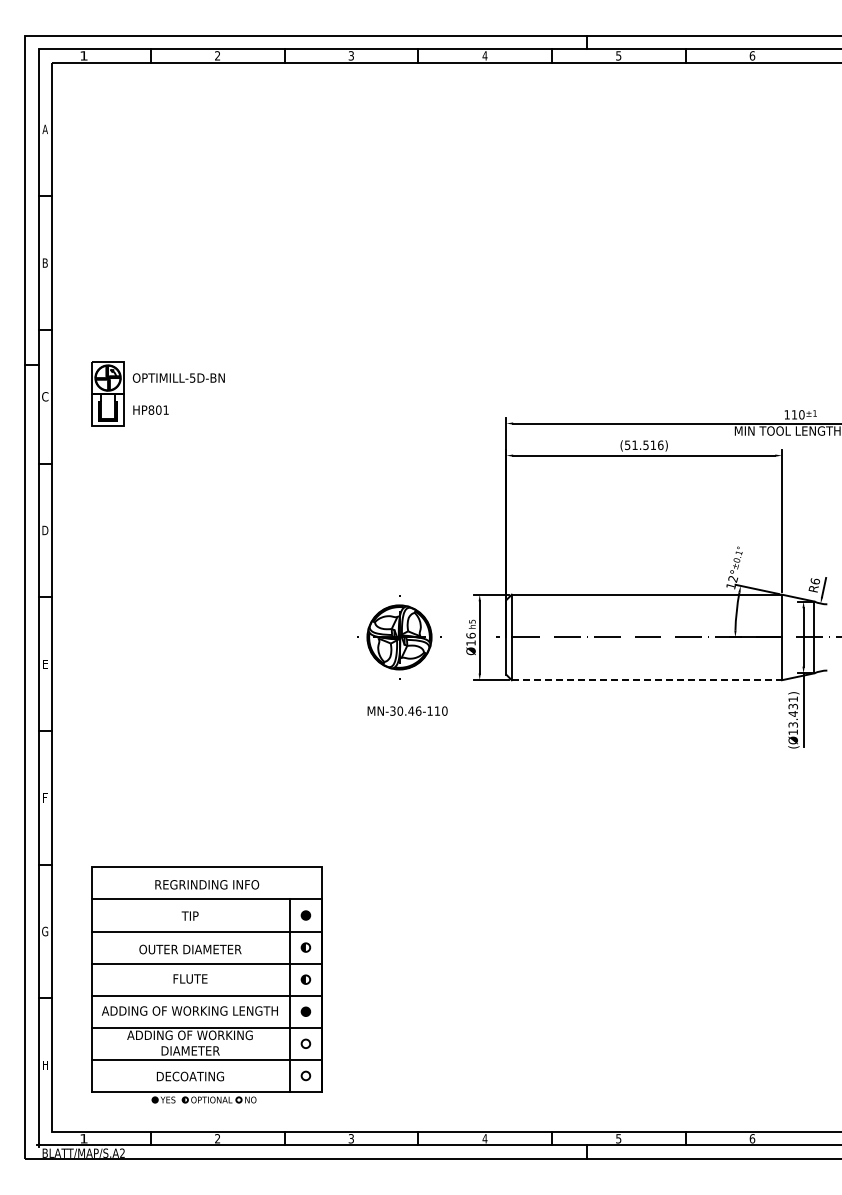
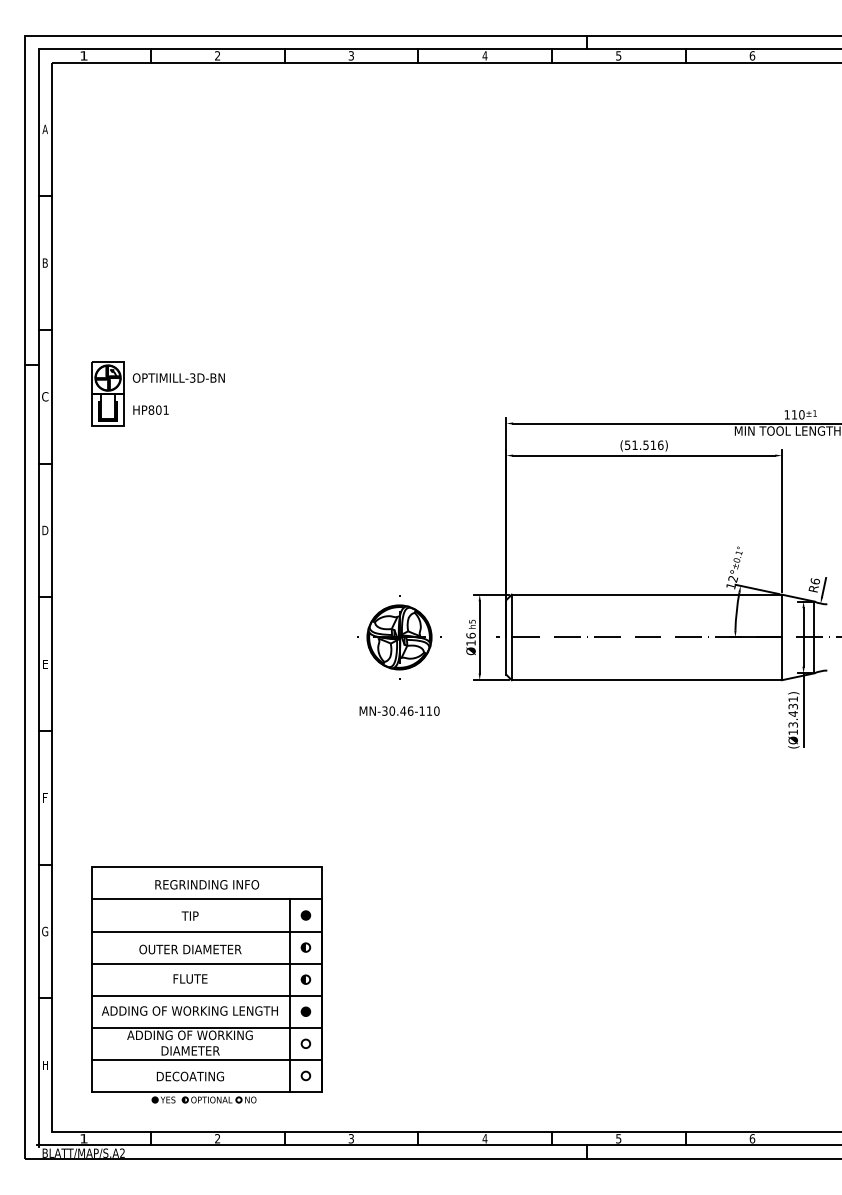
text at (192, 377): OPTIMILL-5D-BN -> OPTIMILL-3D-BN
line at (647, 680): dashed -> solid
text at (407, 710) position: (407, 710) -> (399, 710)
